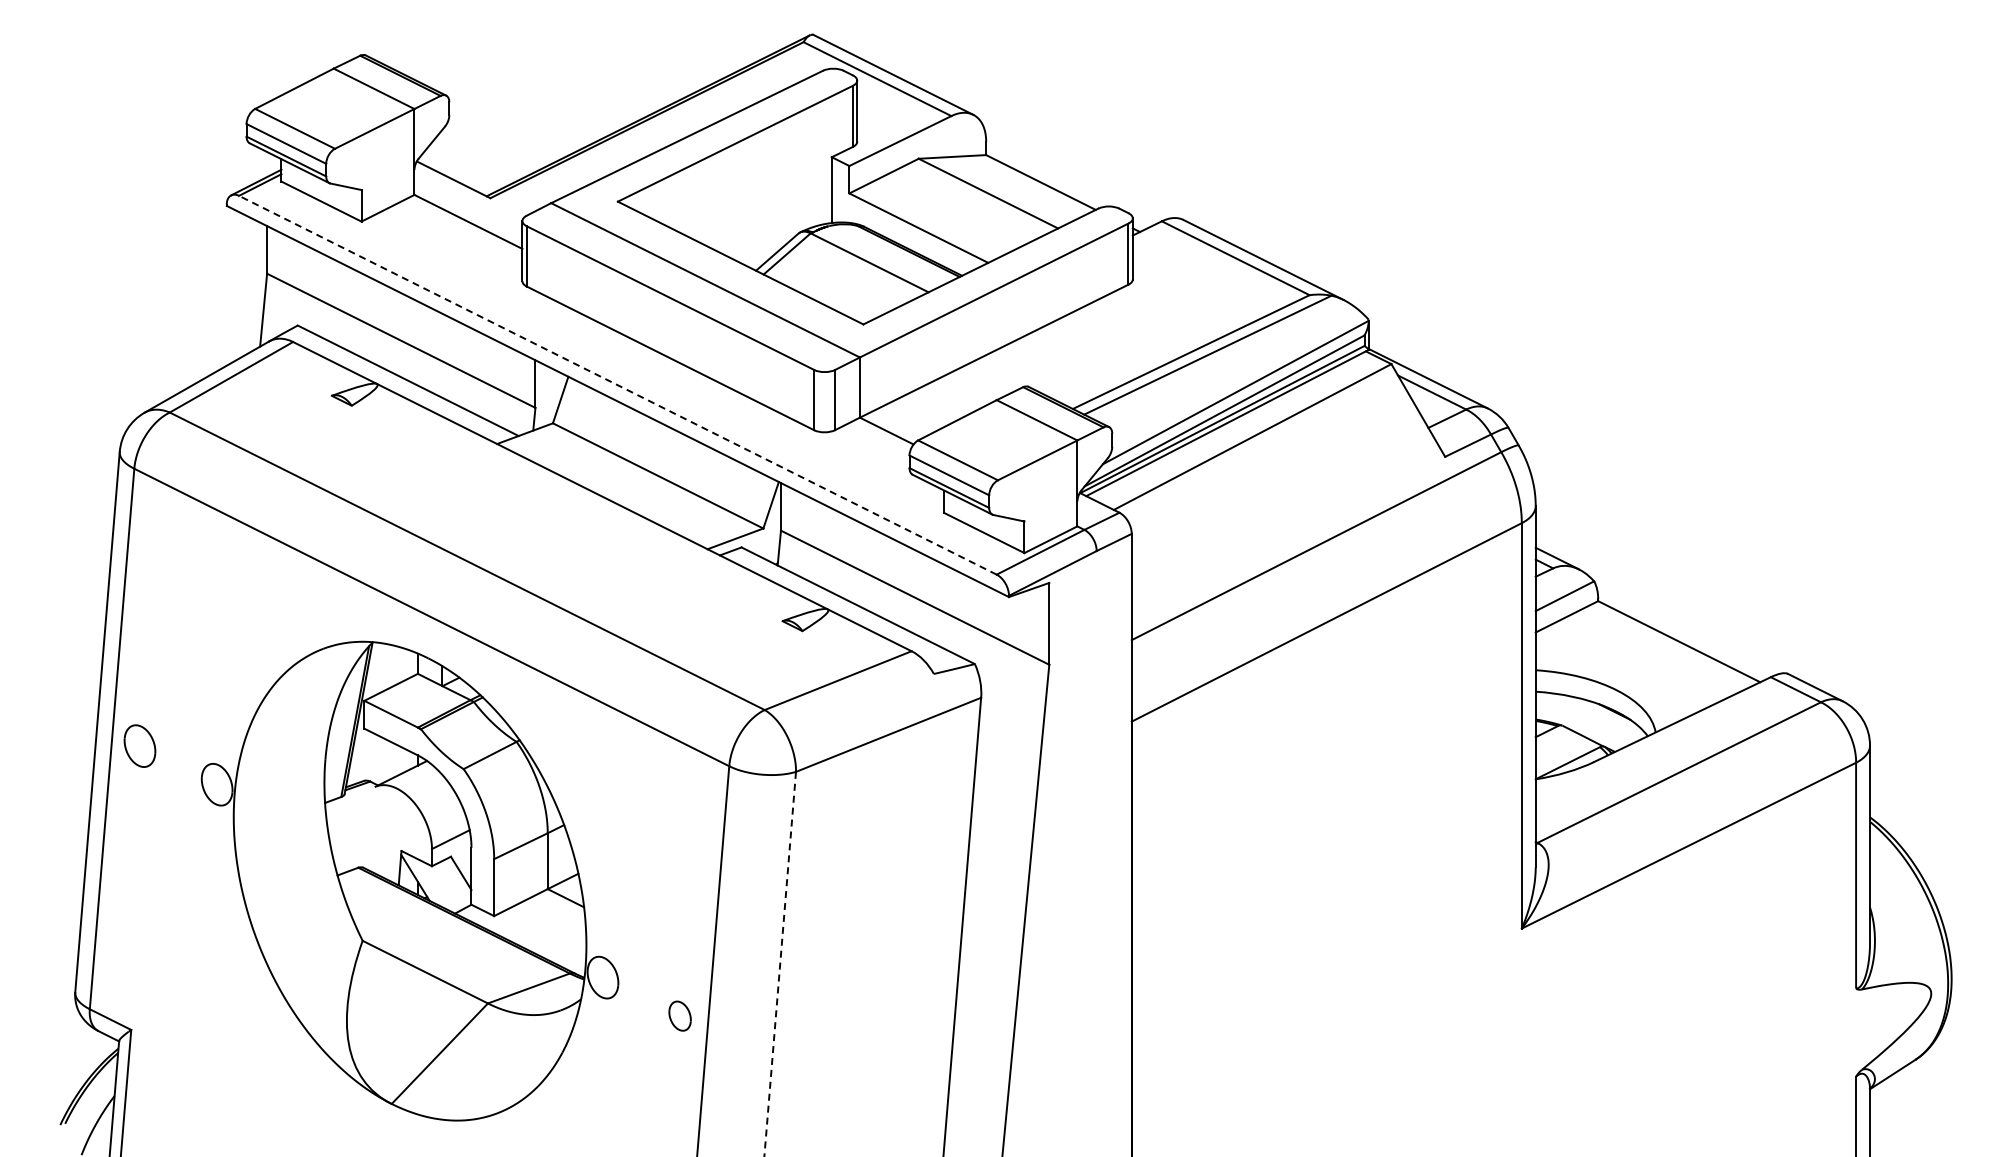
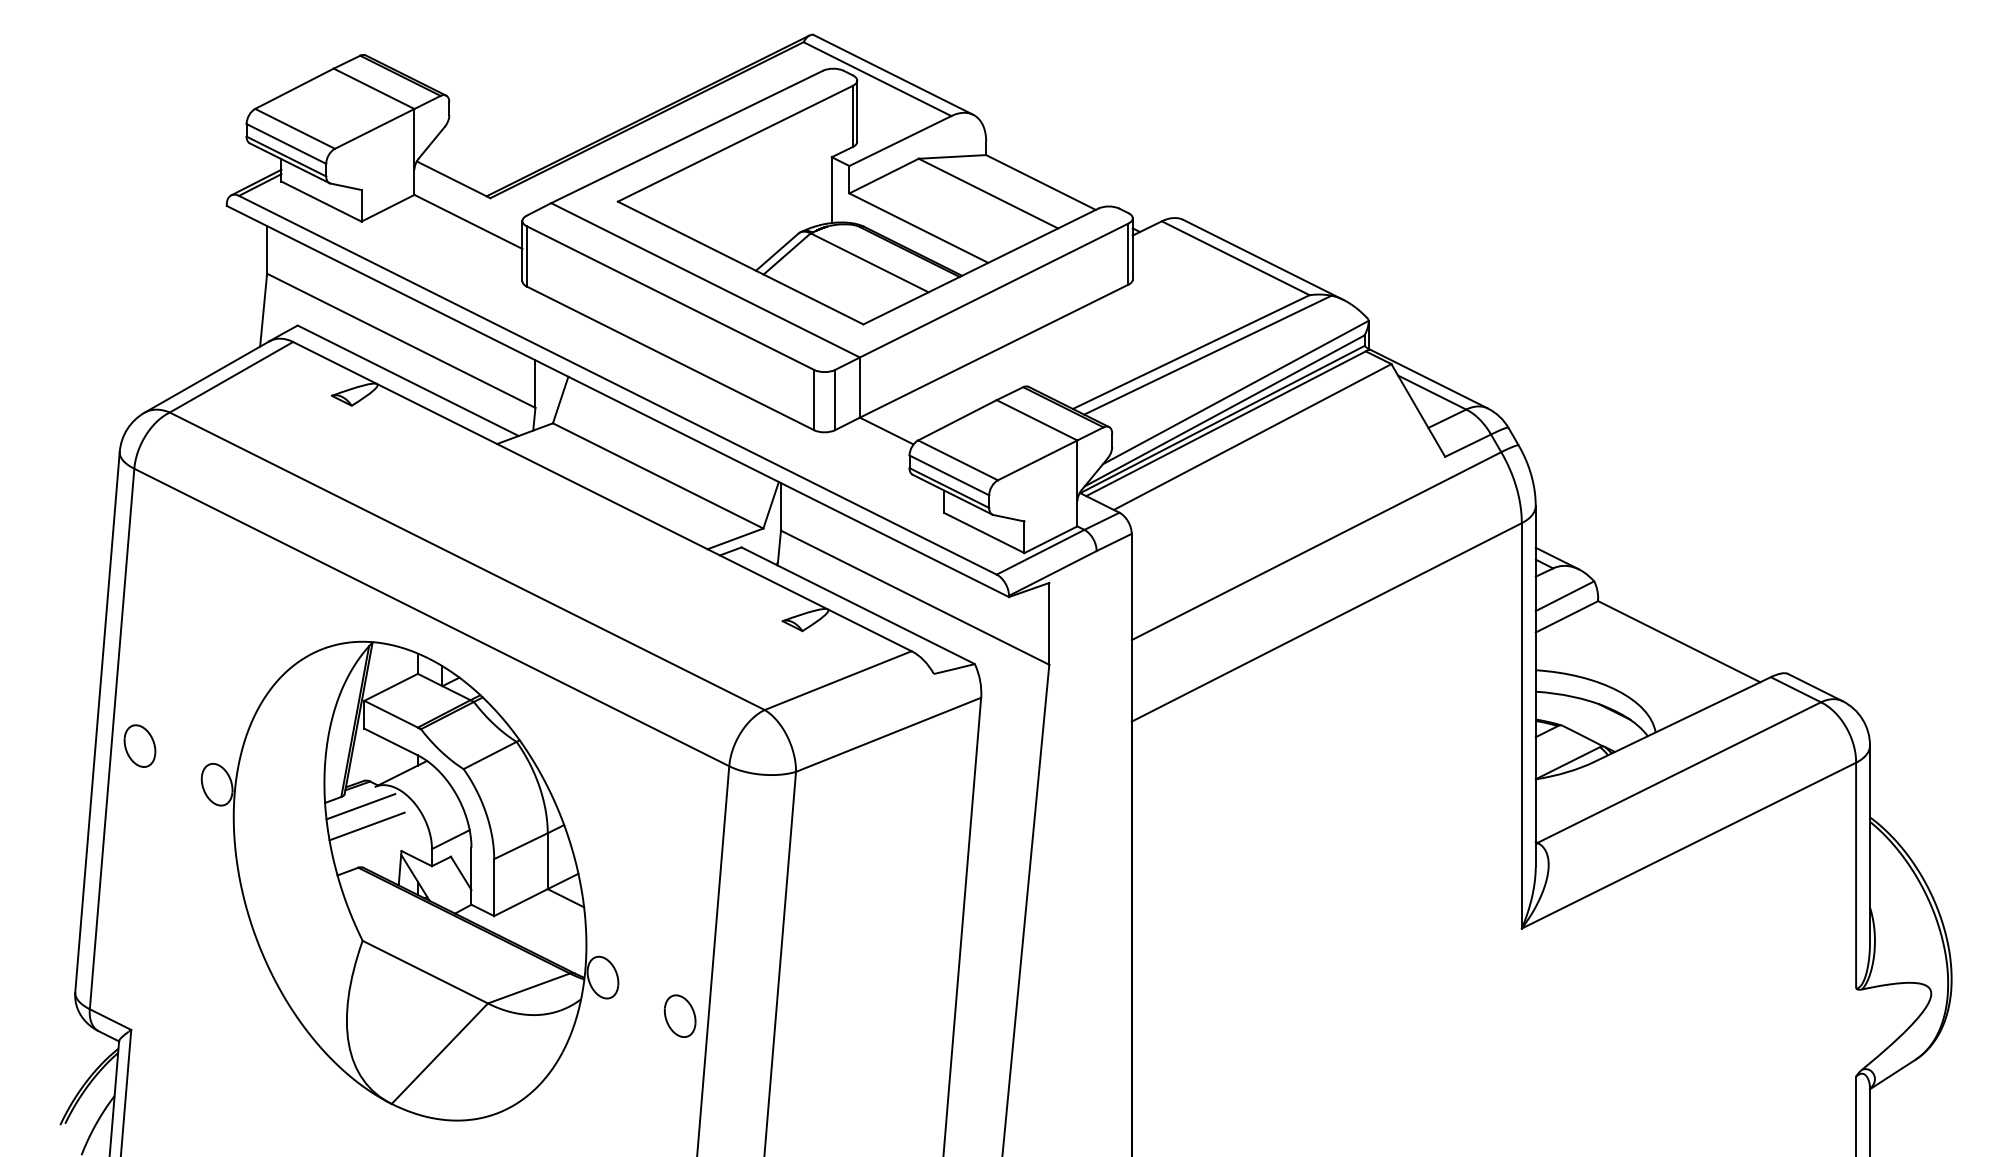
line at (617, 385): dashed -> solid
line at (360, 806): none -> present
line at (366, 826): none -> present
line at (780, 964): dashed -> solid
part at (679, 1015) size: 24x32 px -> 34x44 px
